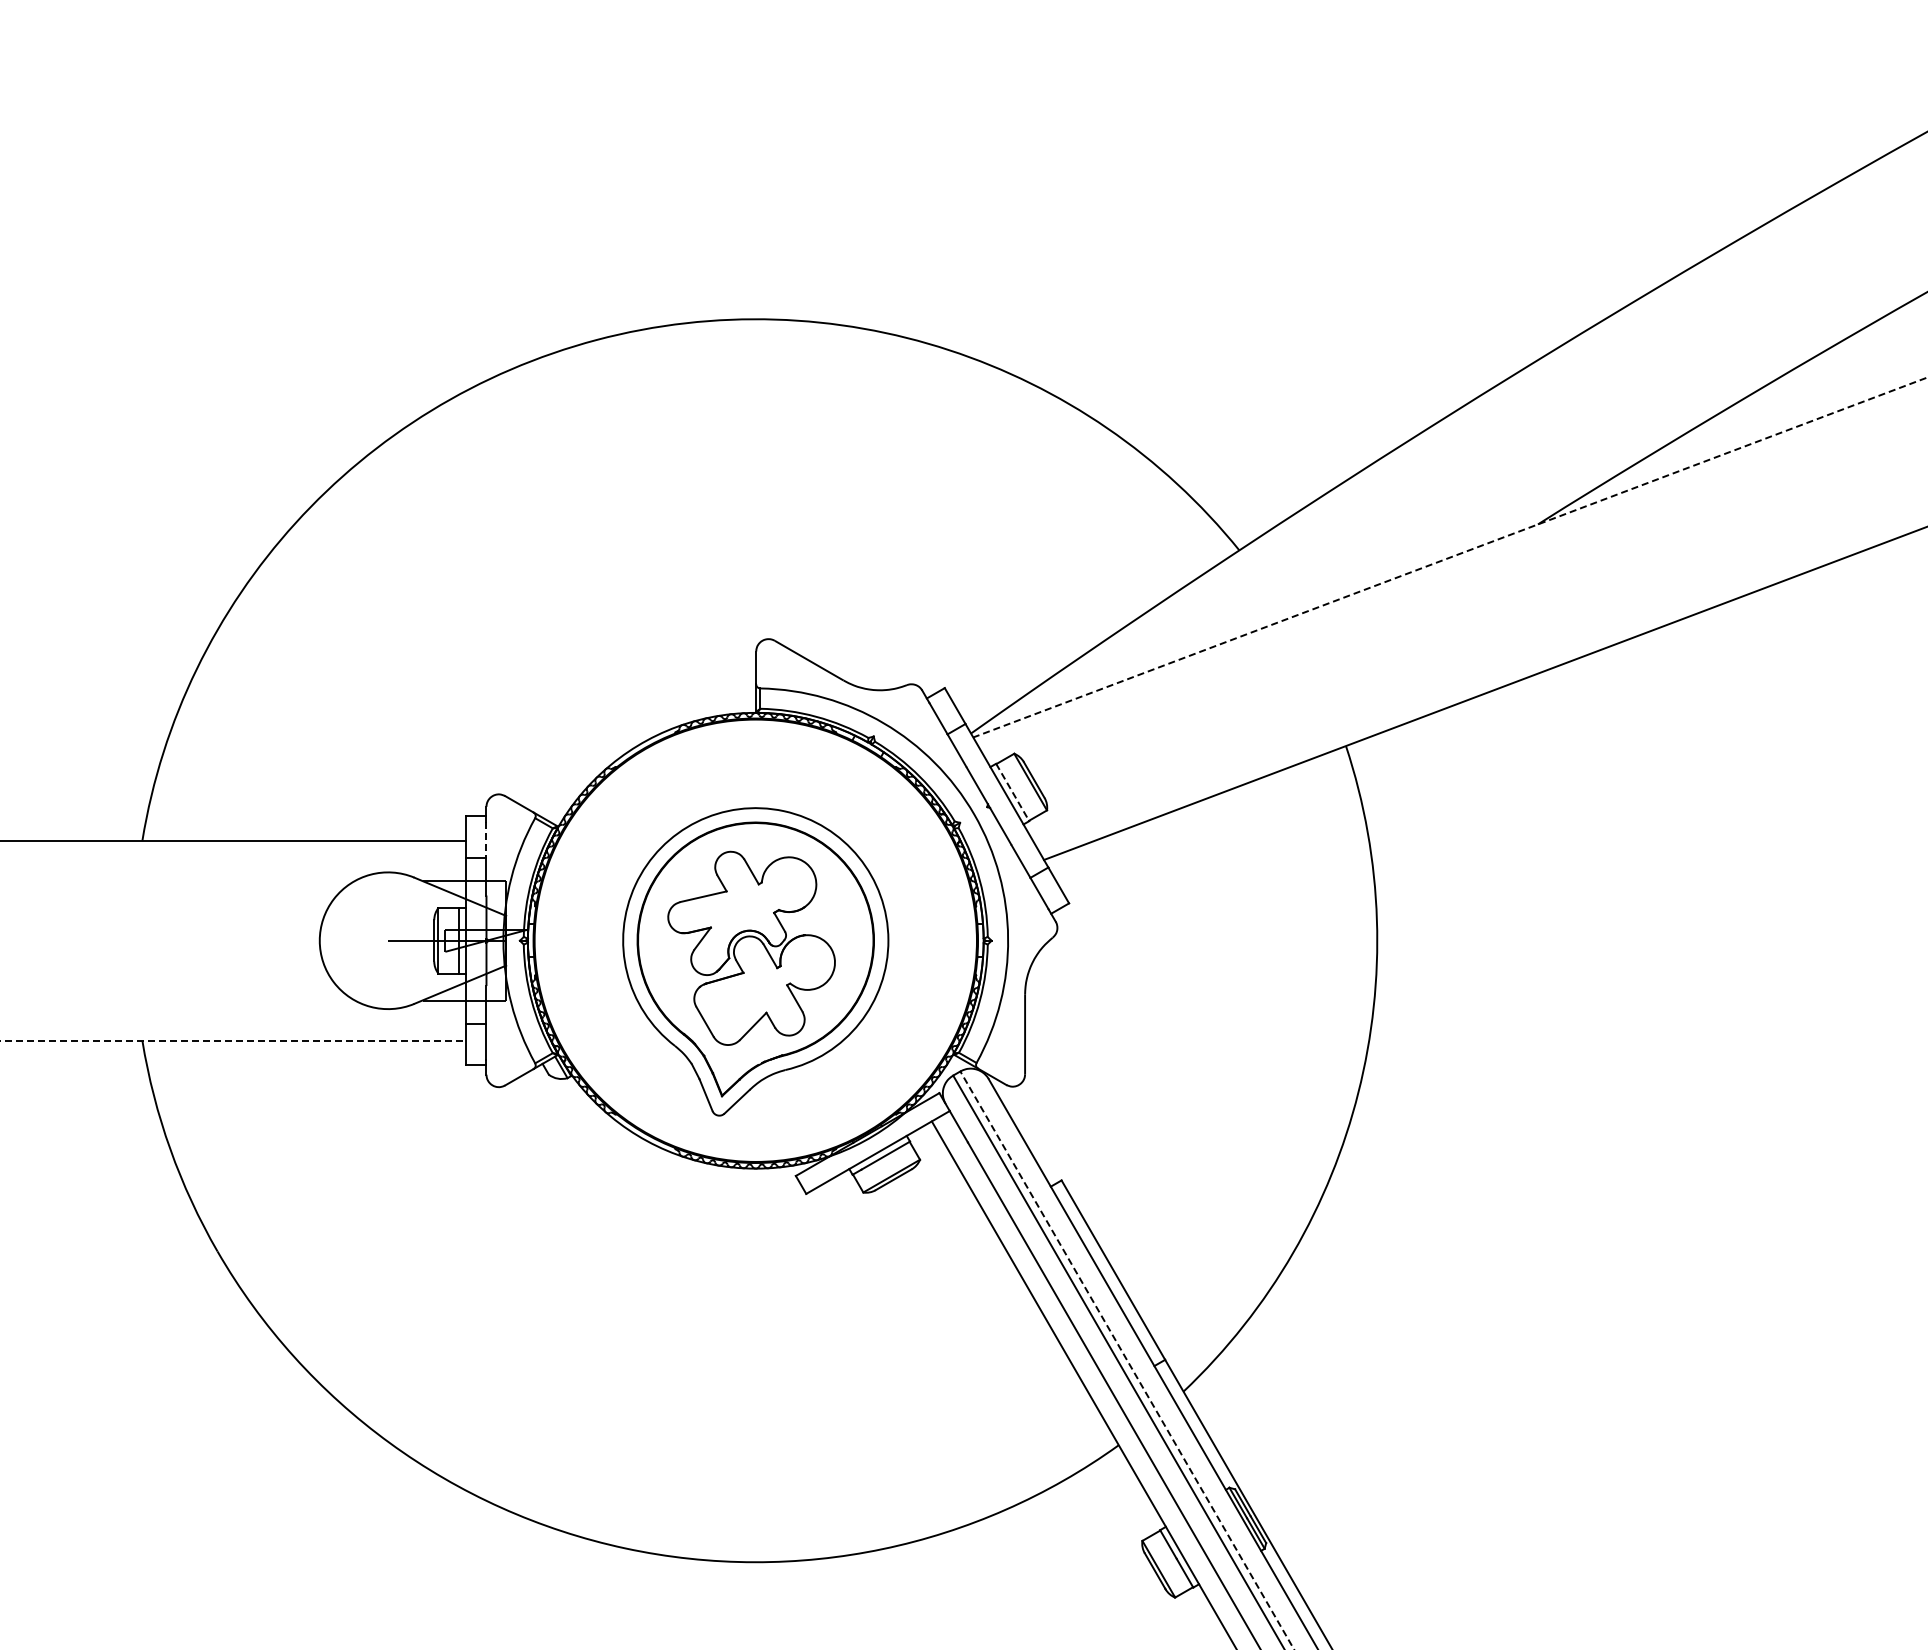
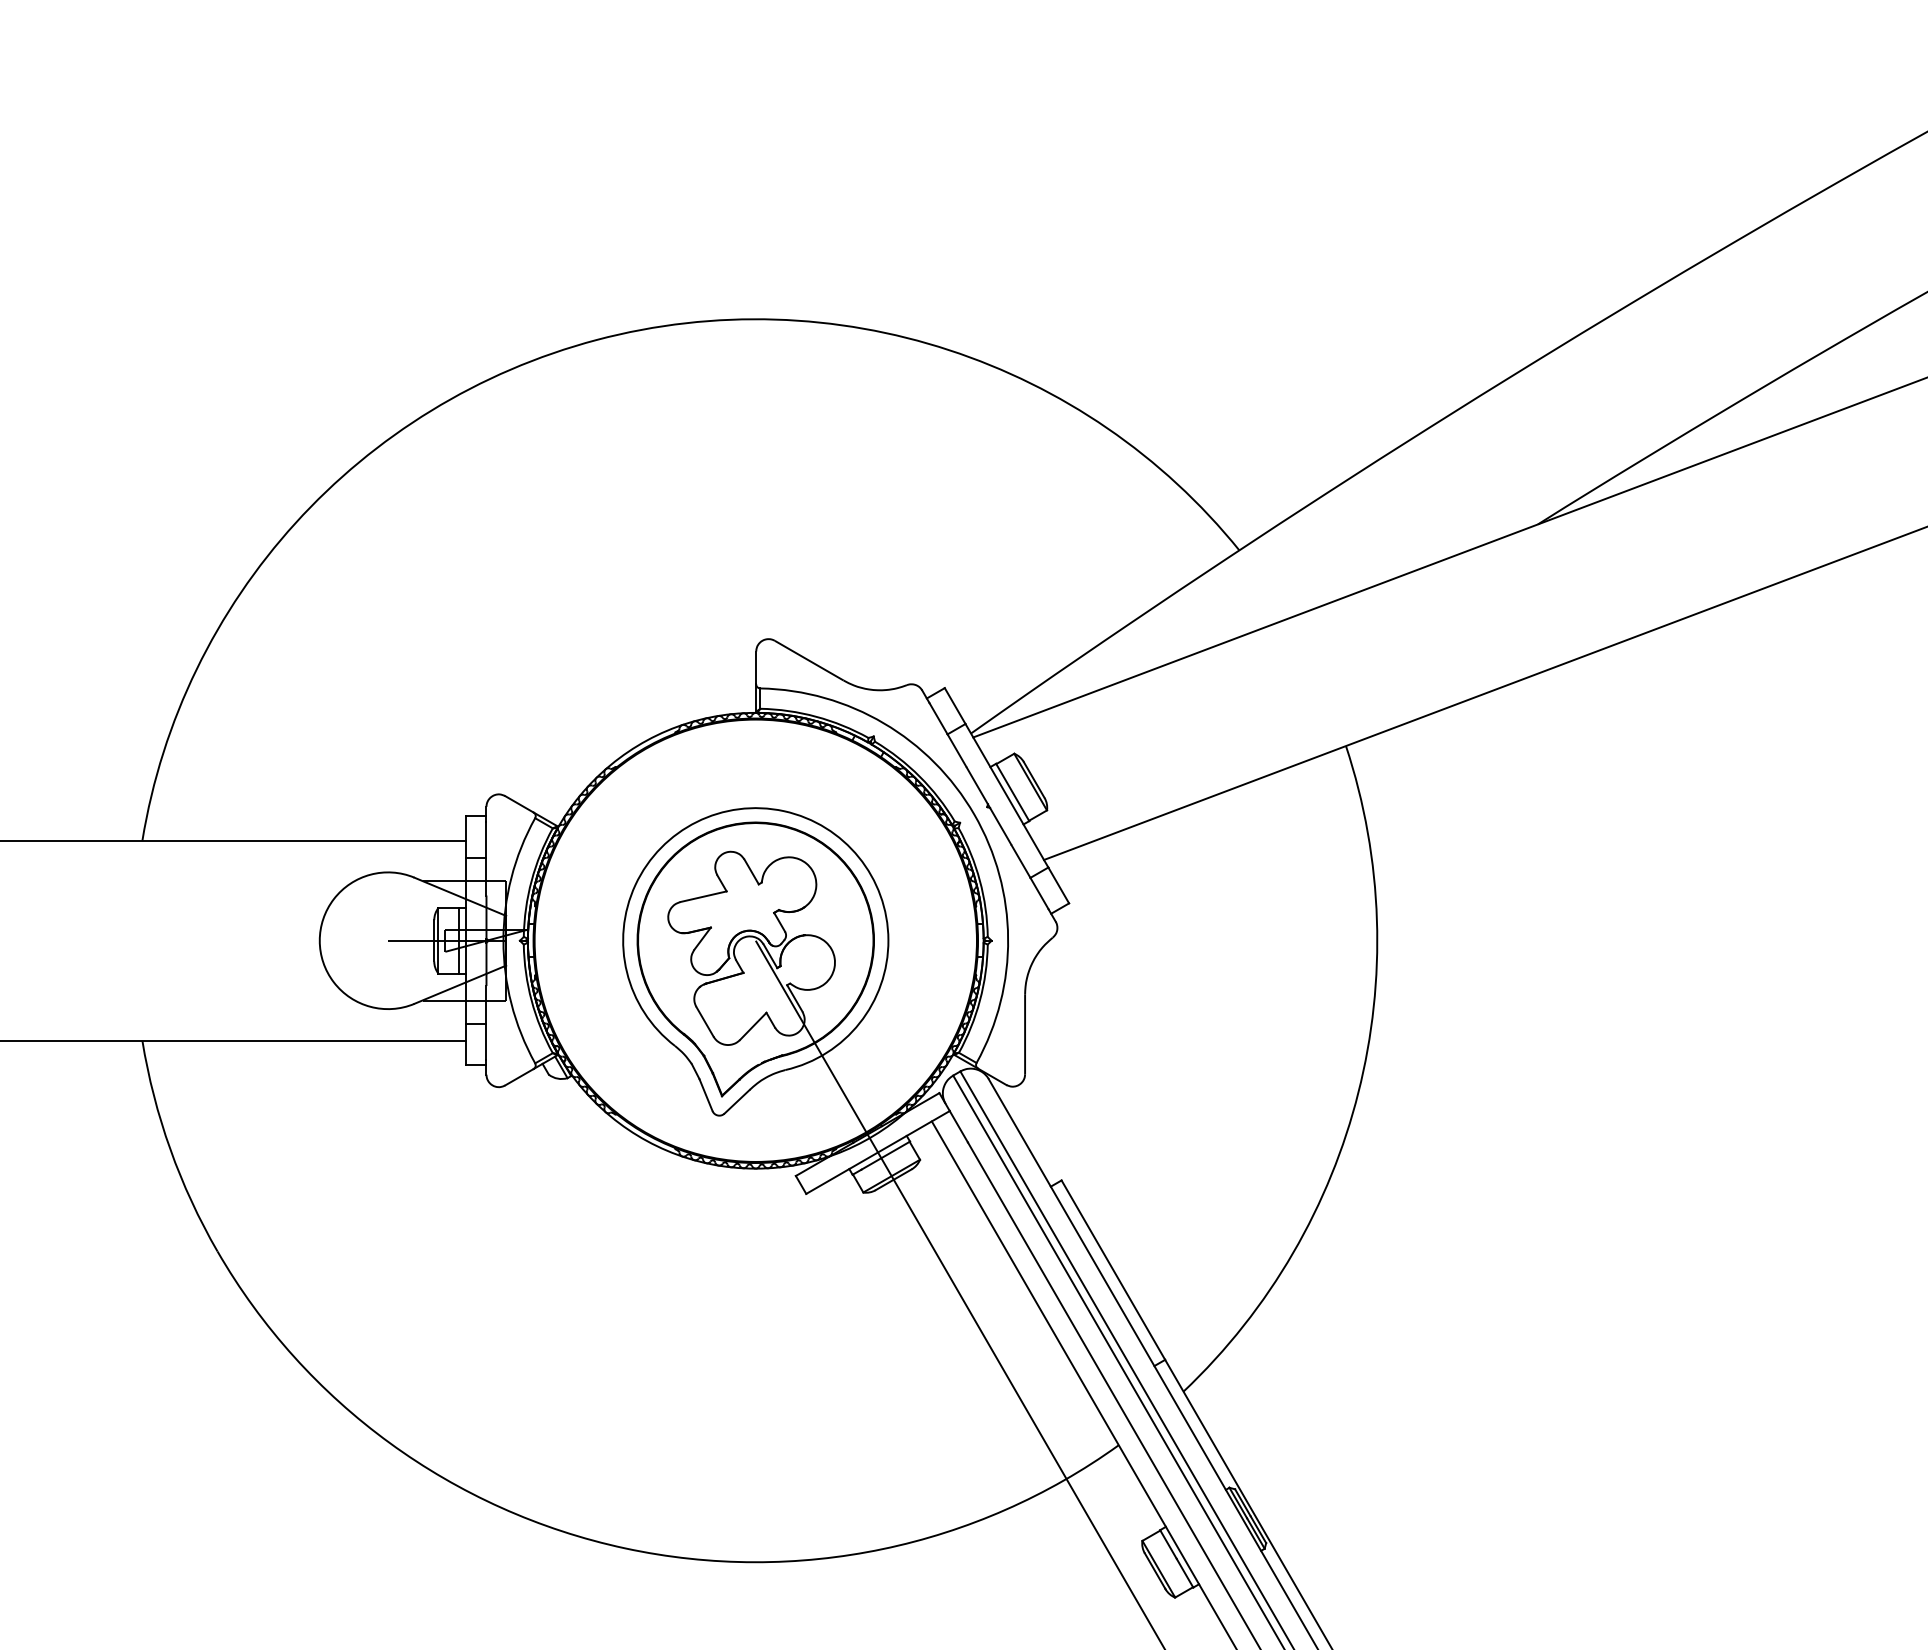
line at (1450, 557): dashed -> solid
line at (1012, 792): dashed -> solid
line at (486, 840): dashed -> solid
line at (234, 1040): dashed -> solid
line at (959, 1293): none -> present
line at (1127, 1360): dashed -> solid
